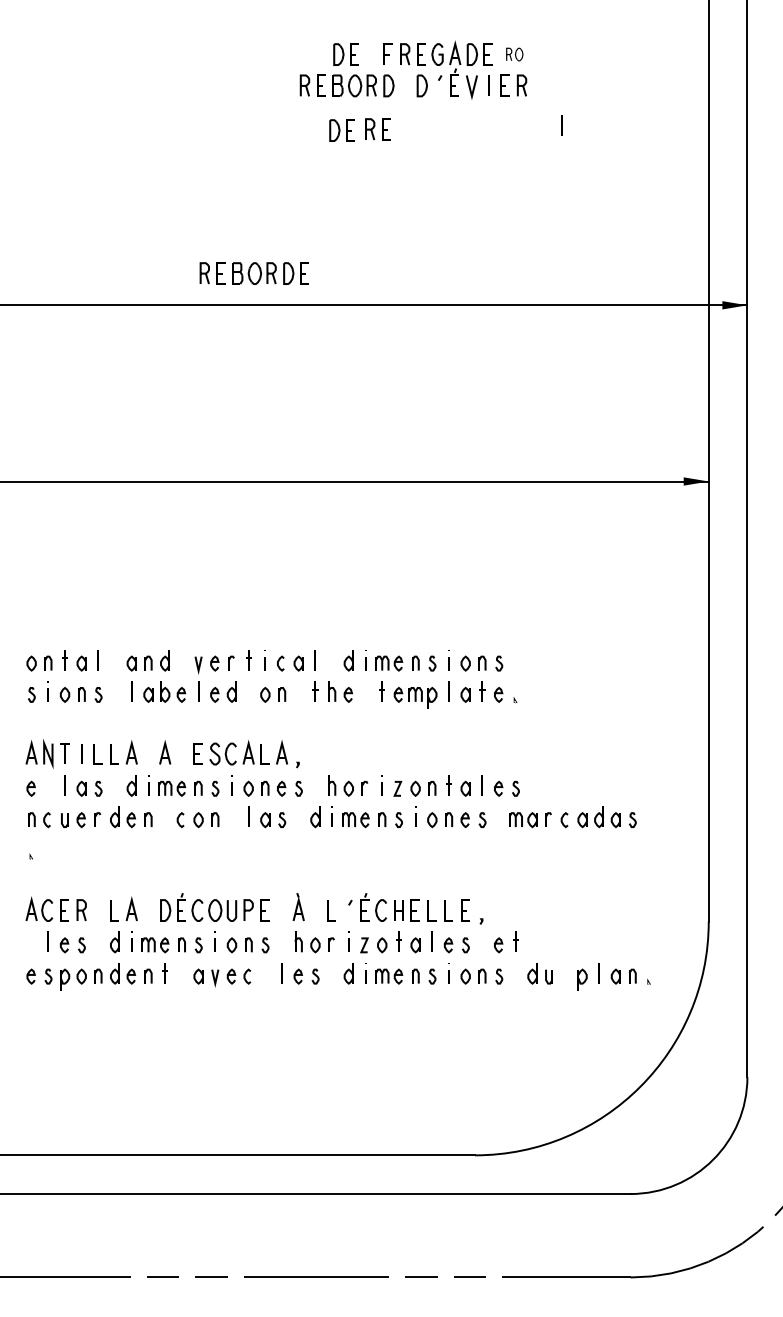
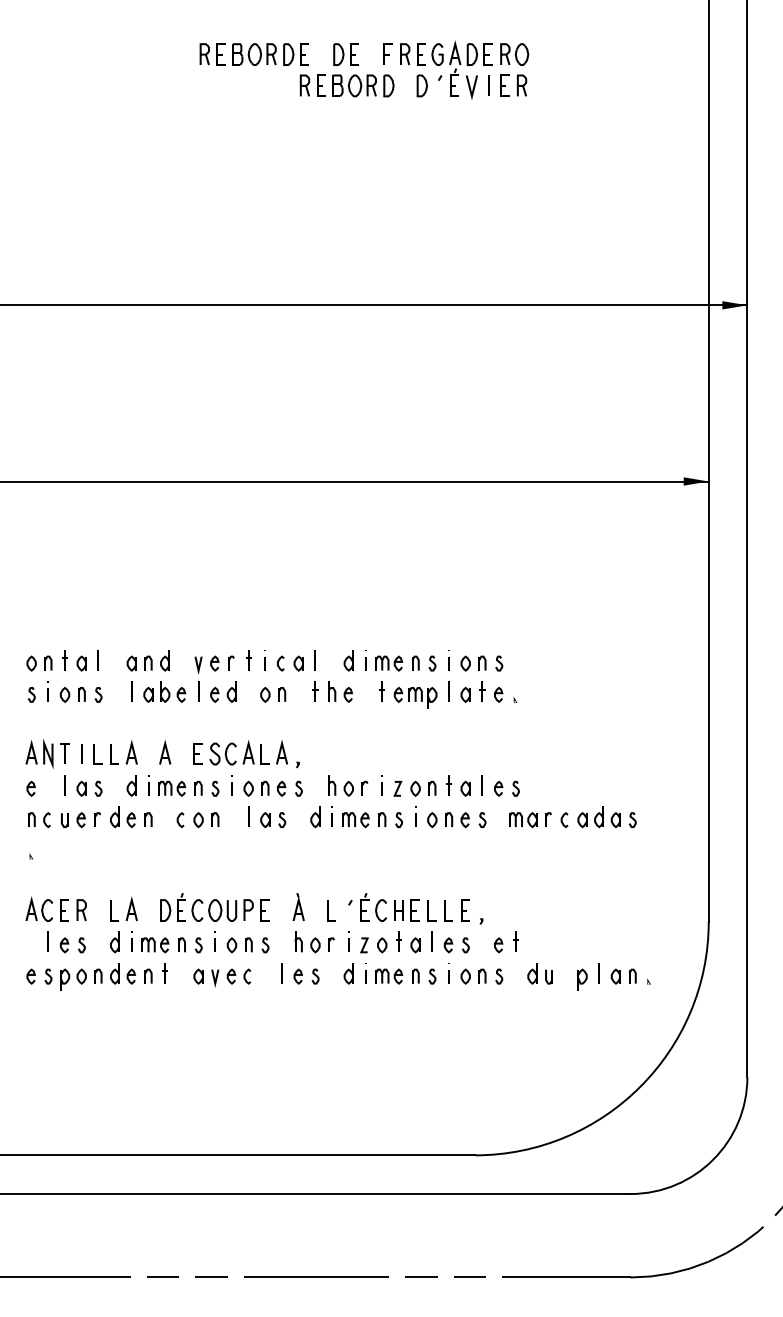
part at (514, 54) size: 18x15 px -> 30x23 px
line at (561, 125): present -> none
part at (377, 129): present -> none
part at (341, 130): present -> none
part at (253, 273) position: (253, 273) -> (253, 54)
